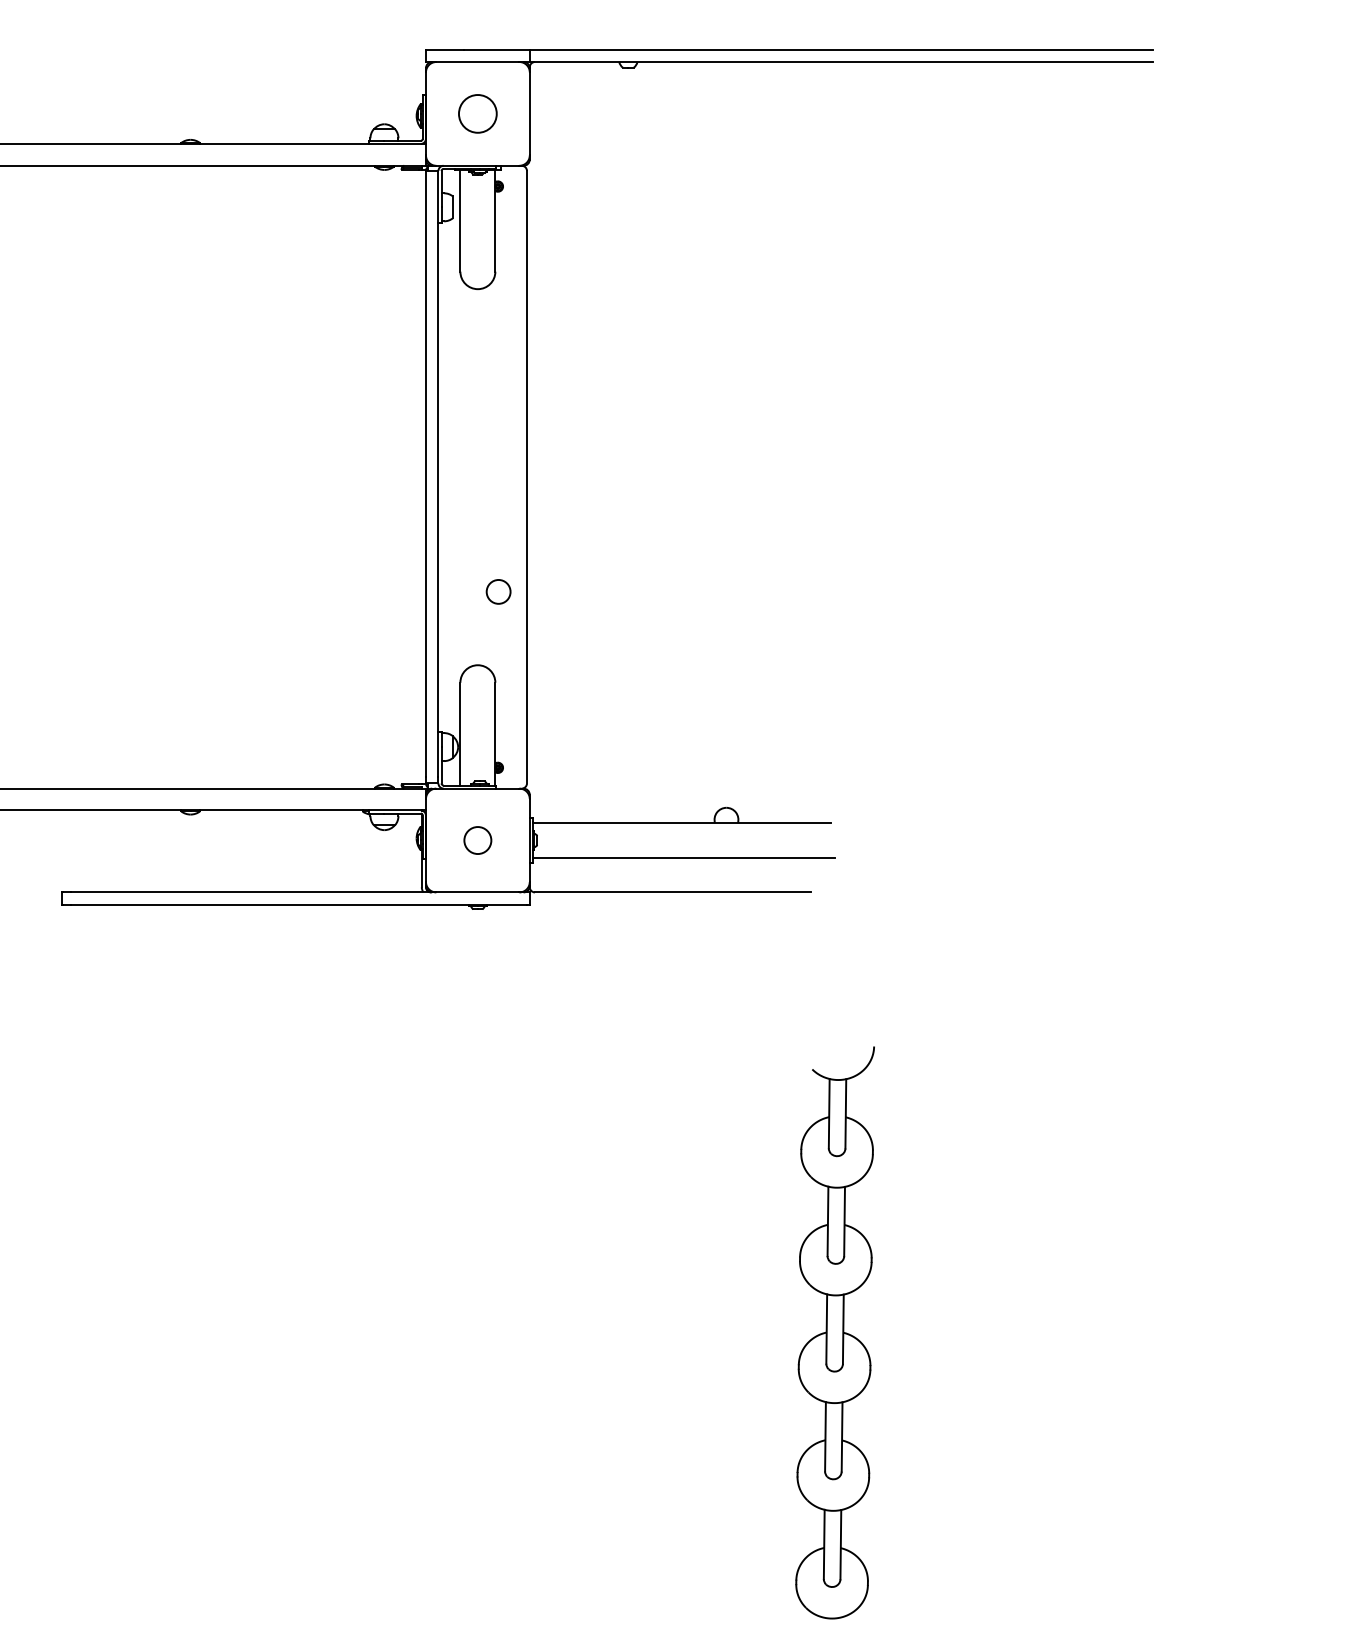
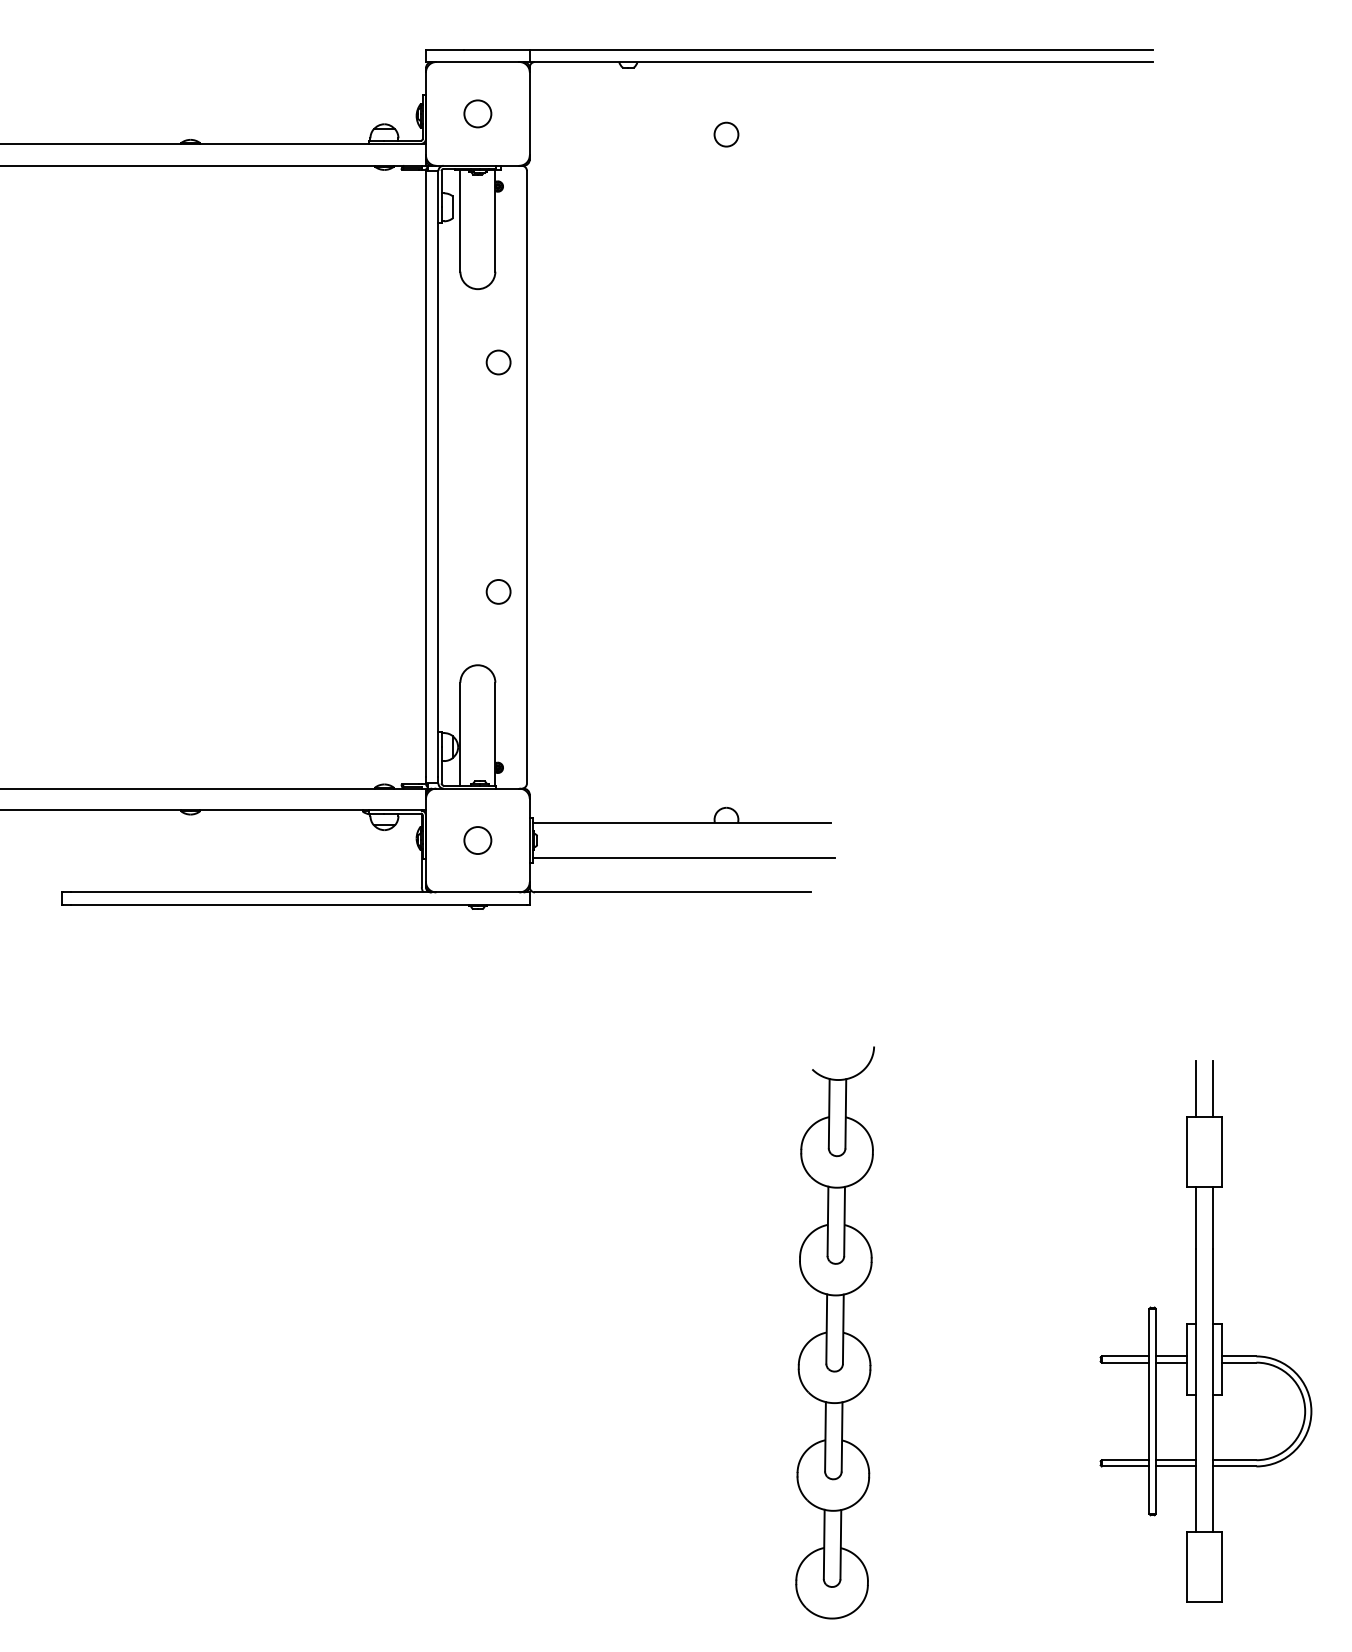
circle at (477, 113) diameter: 38 px -> 27 px
circle at (726, 134): none -> present
circle at (498, 362): none -> present
part at (1205, 1331): none -> present
